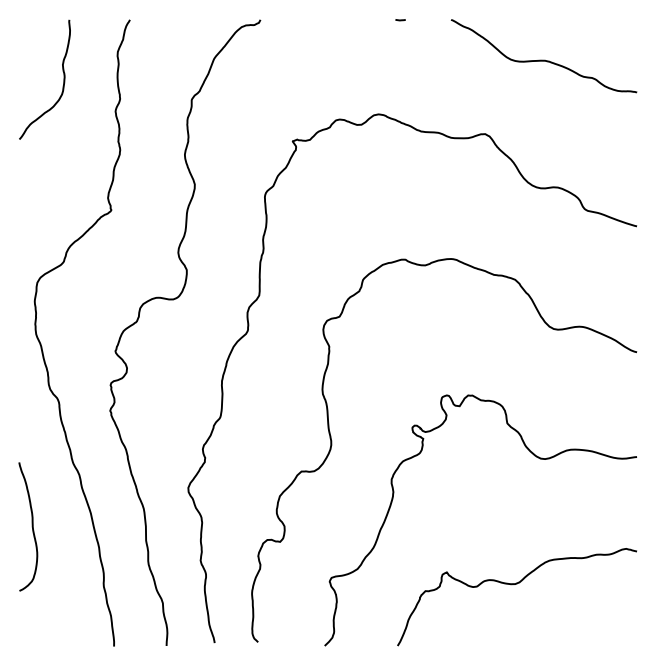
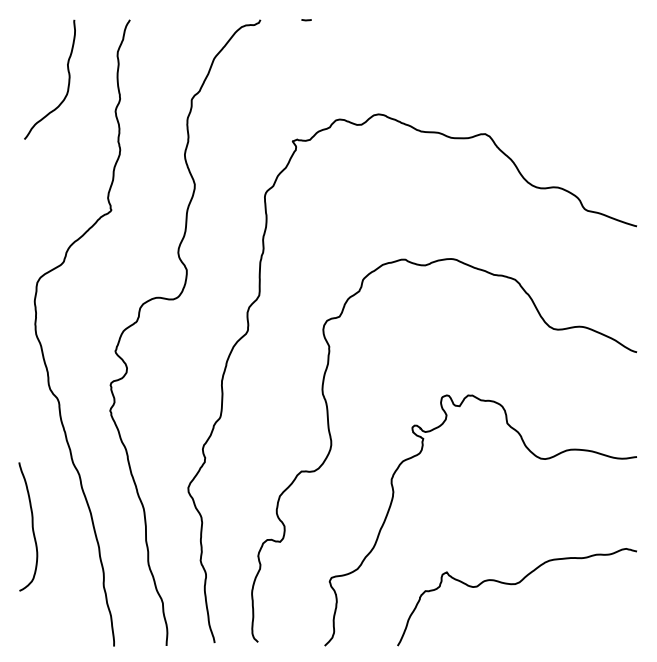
curve at (400, 20) position: (400, 20) -> (306, 20)
curve at (543, 59): present -> none
curve at (63, 79) position: (63, 79) -> (68, 79)
